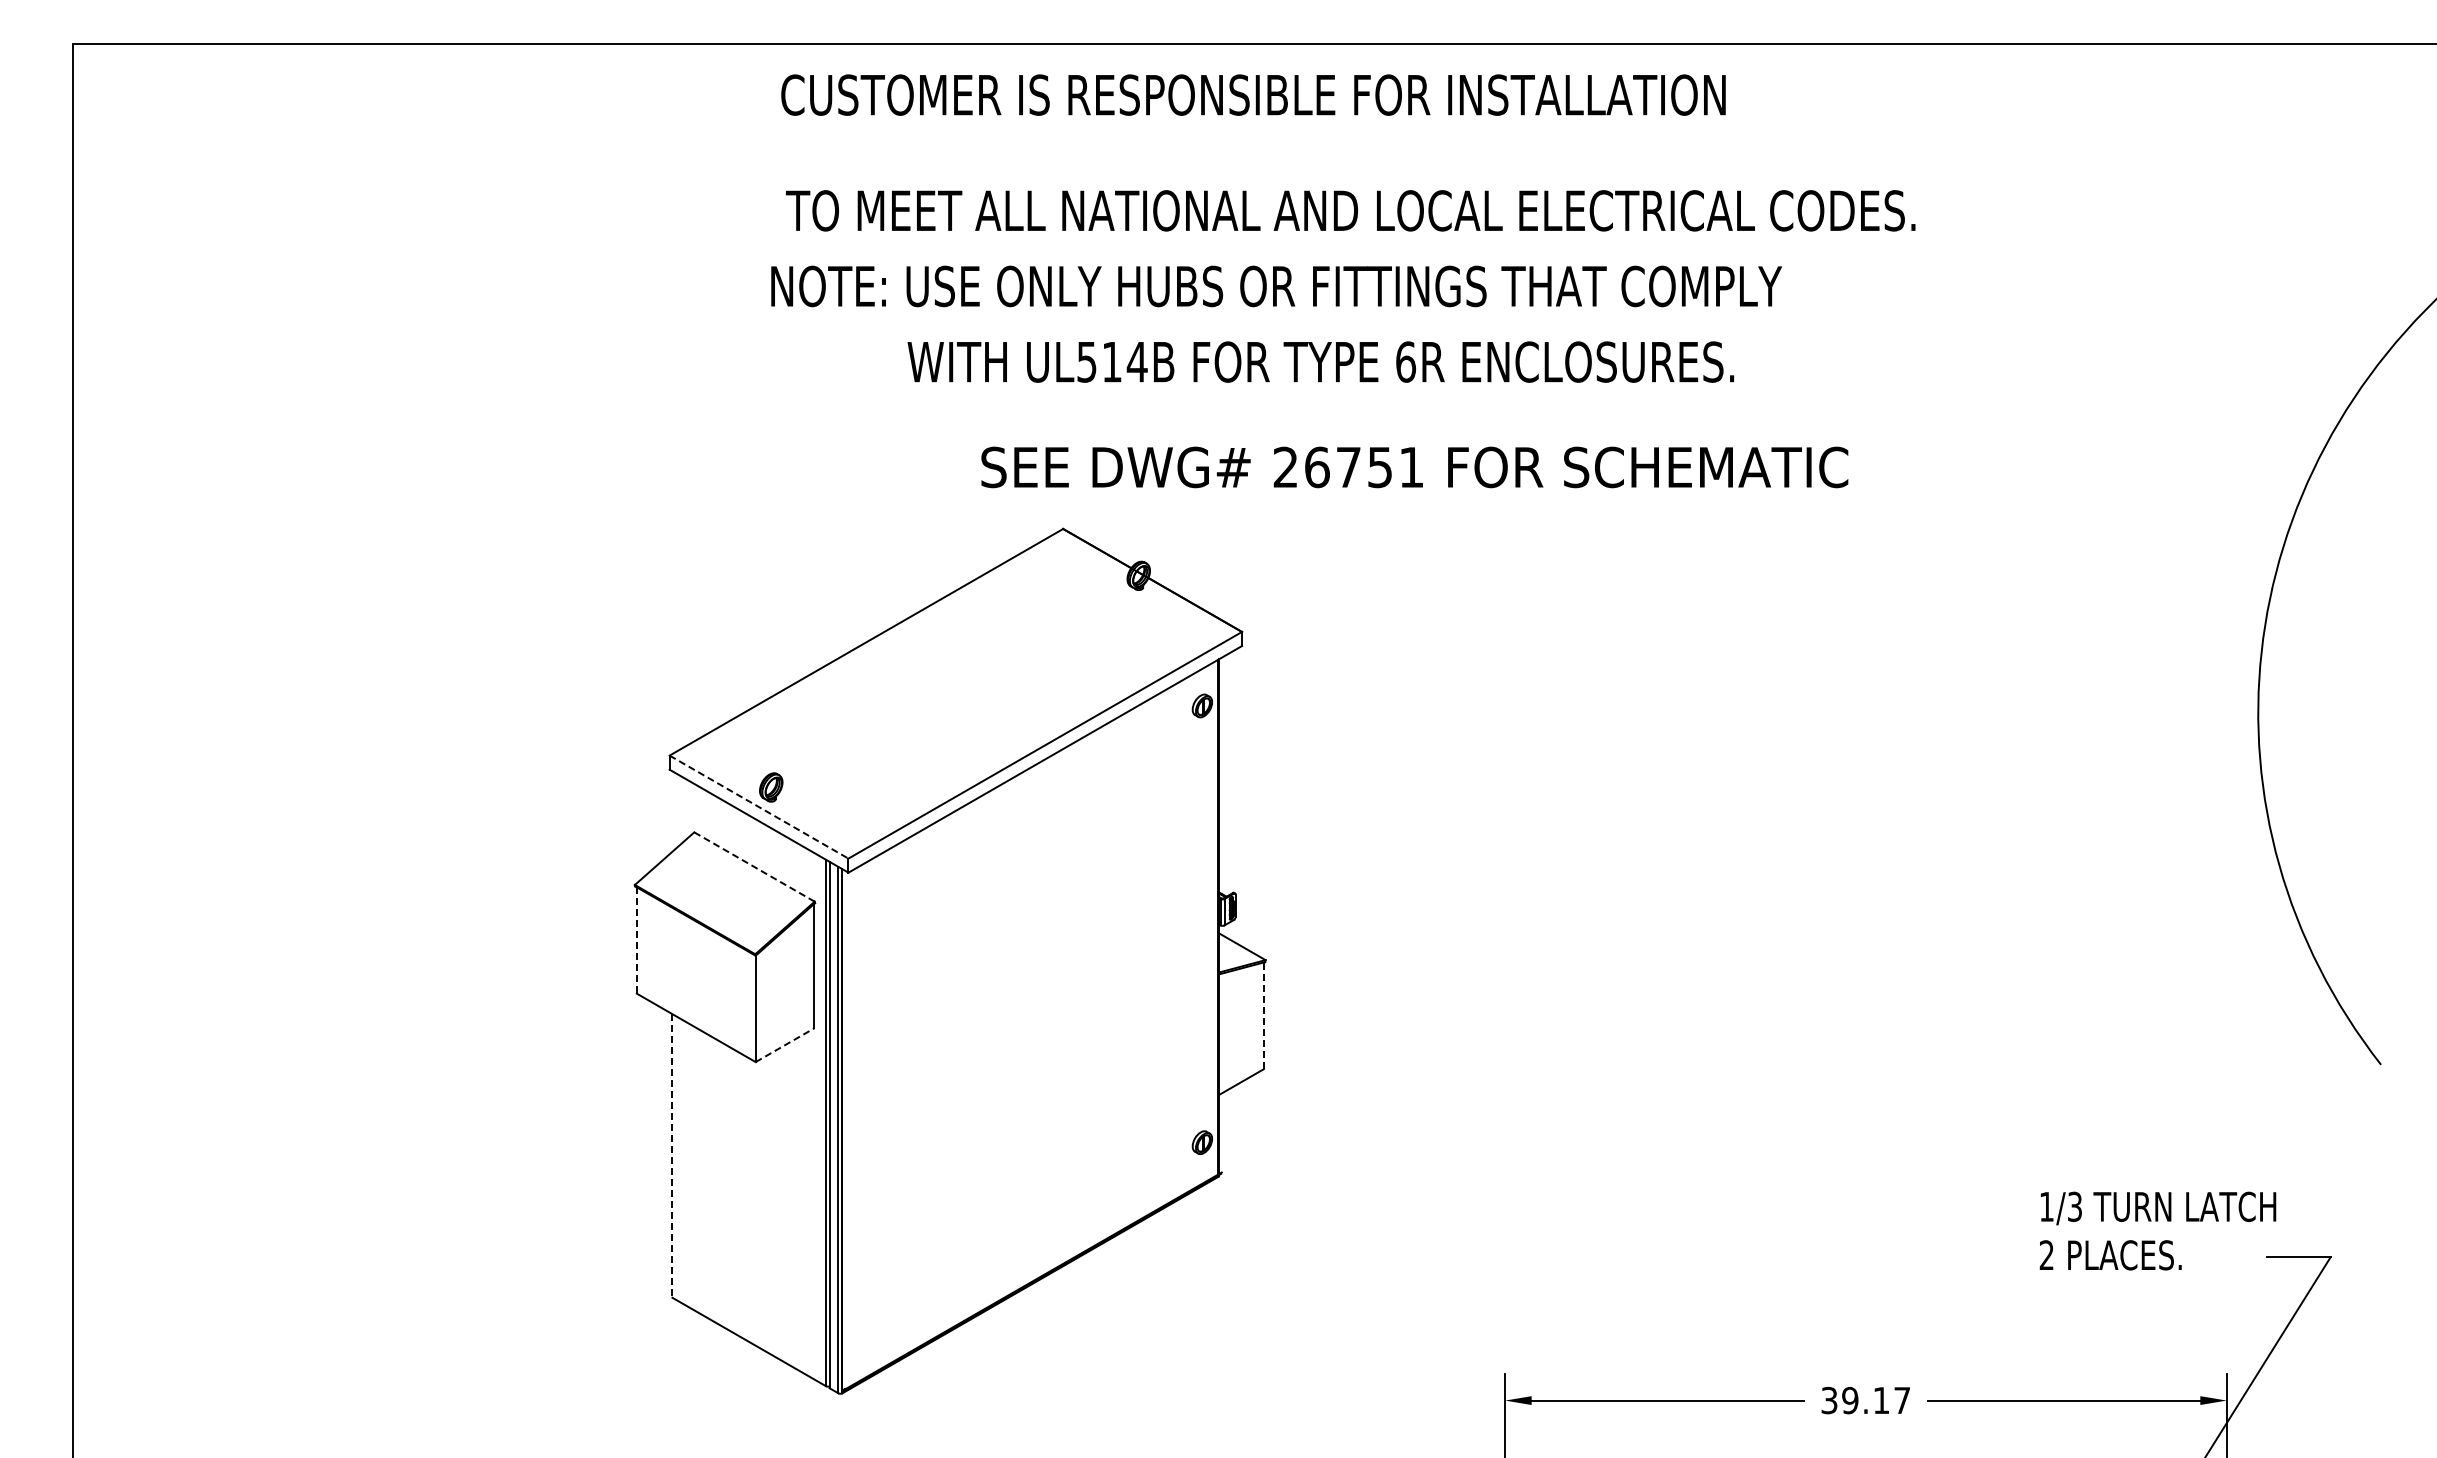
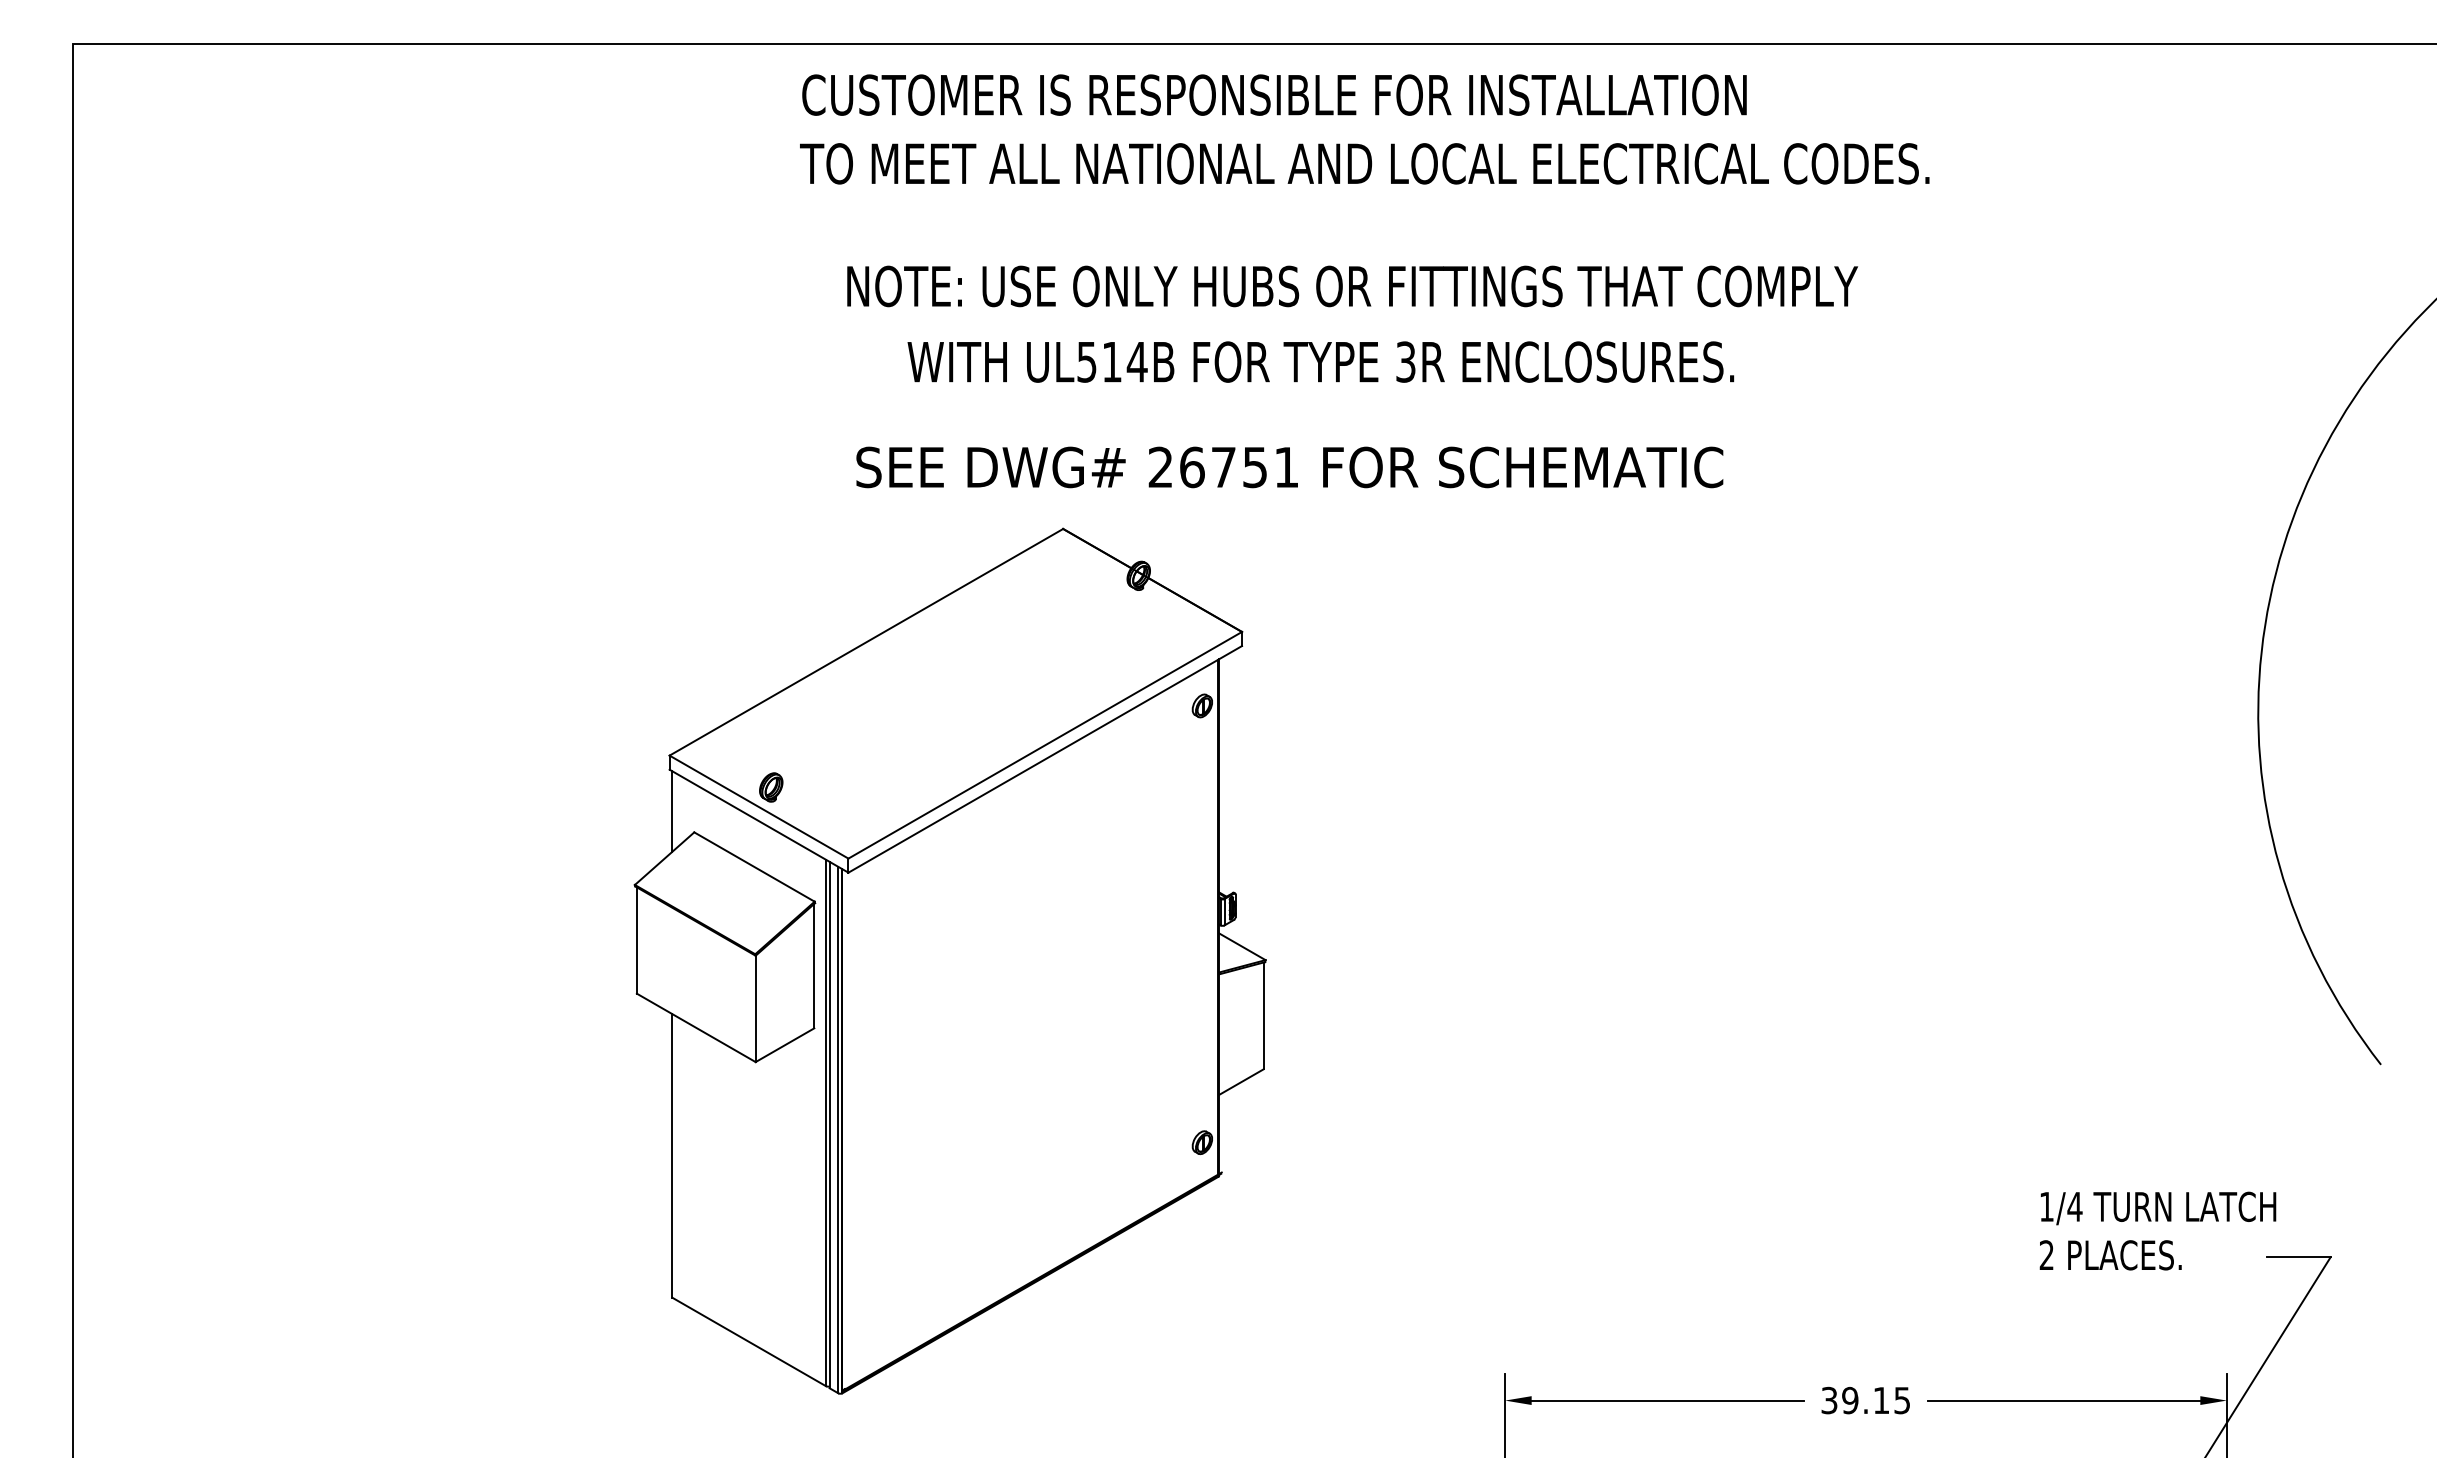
text at (1253, 94) position: (1253, 94) -> (1274, 94)
text at (1350, 210) position: (1350, 210) -> (1364, 163)
text at (1276, 286) position: (1276, 286) -> (1352, 286)
text at (1406, 361): 6R -> 3R
text at (1414, 467) position: (1414, 467) -> (1289, 467)
line at (759, 807): dashed -> solid
line at (672, 811): none -> present
line at (754, 867): dashed -> solid
line at (636, 941): dashed -> solid
line at (1263, 1016): dashed -> solid
line at (784, 1045): dashed -> solid
line at (672, 1155): dashed -> solid
text at (2074, 1206): 1/3 -> 1/4
text at (1901, 1400): 39.17 -> 39.15
